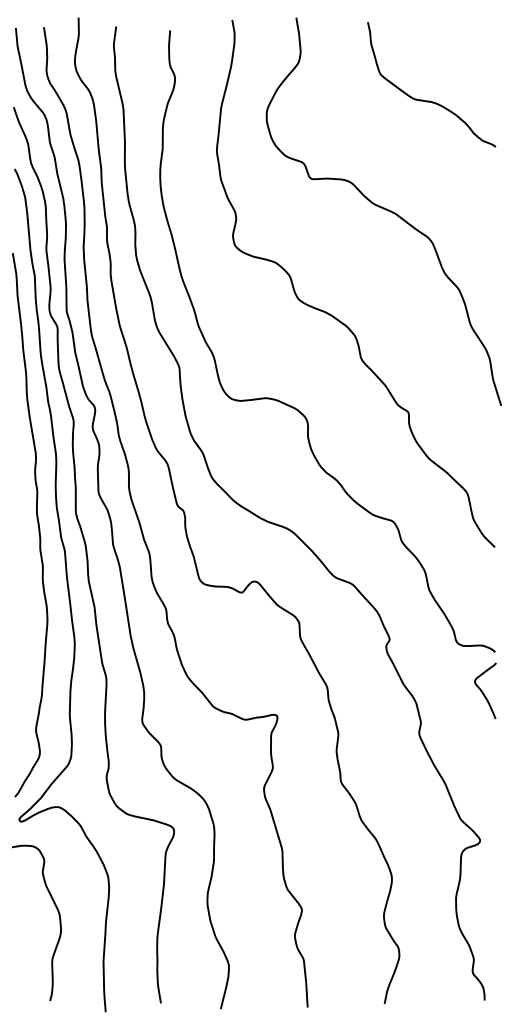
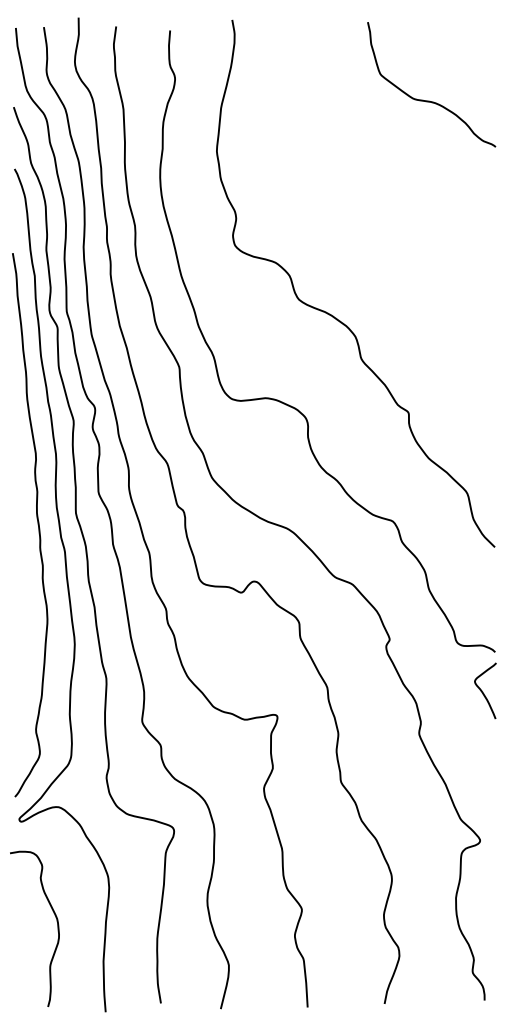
curve at (383, 209): present -> none
curve at (59, 922) position: (59, 922) -> (57, 928)
